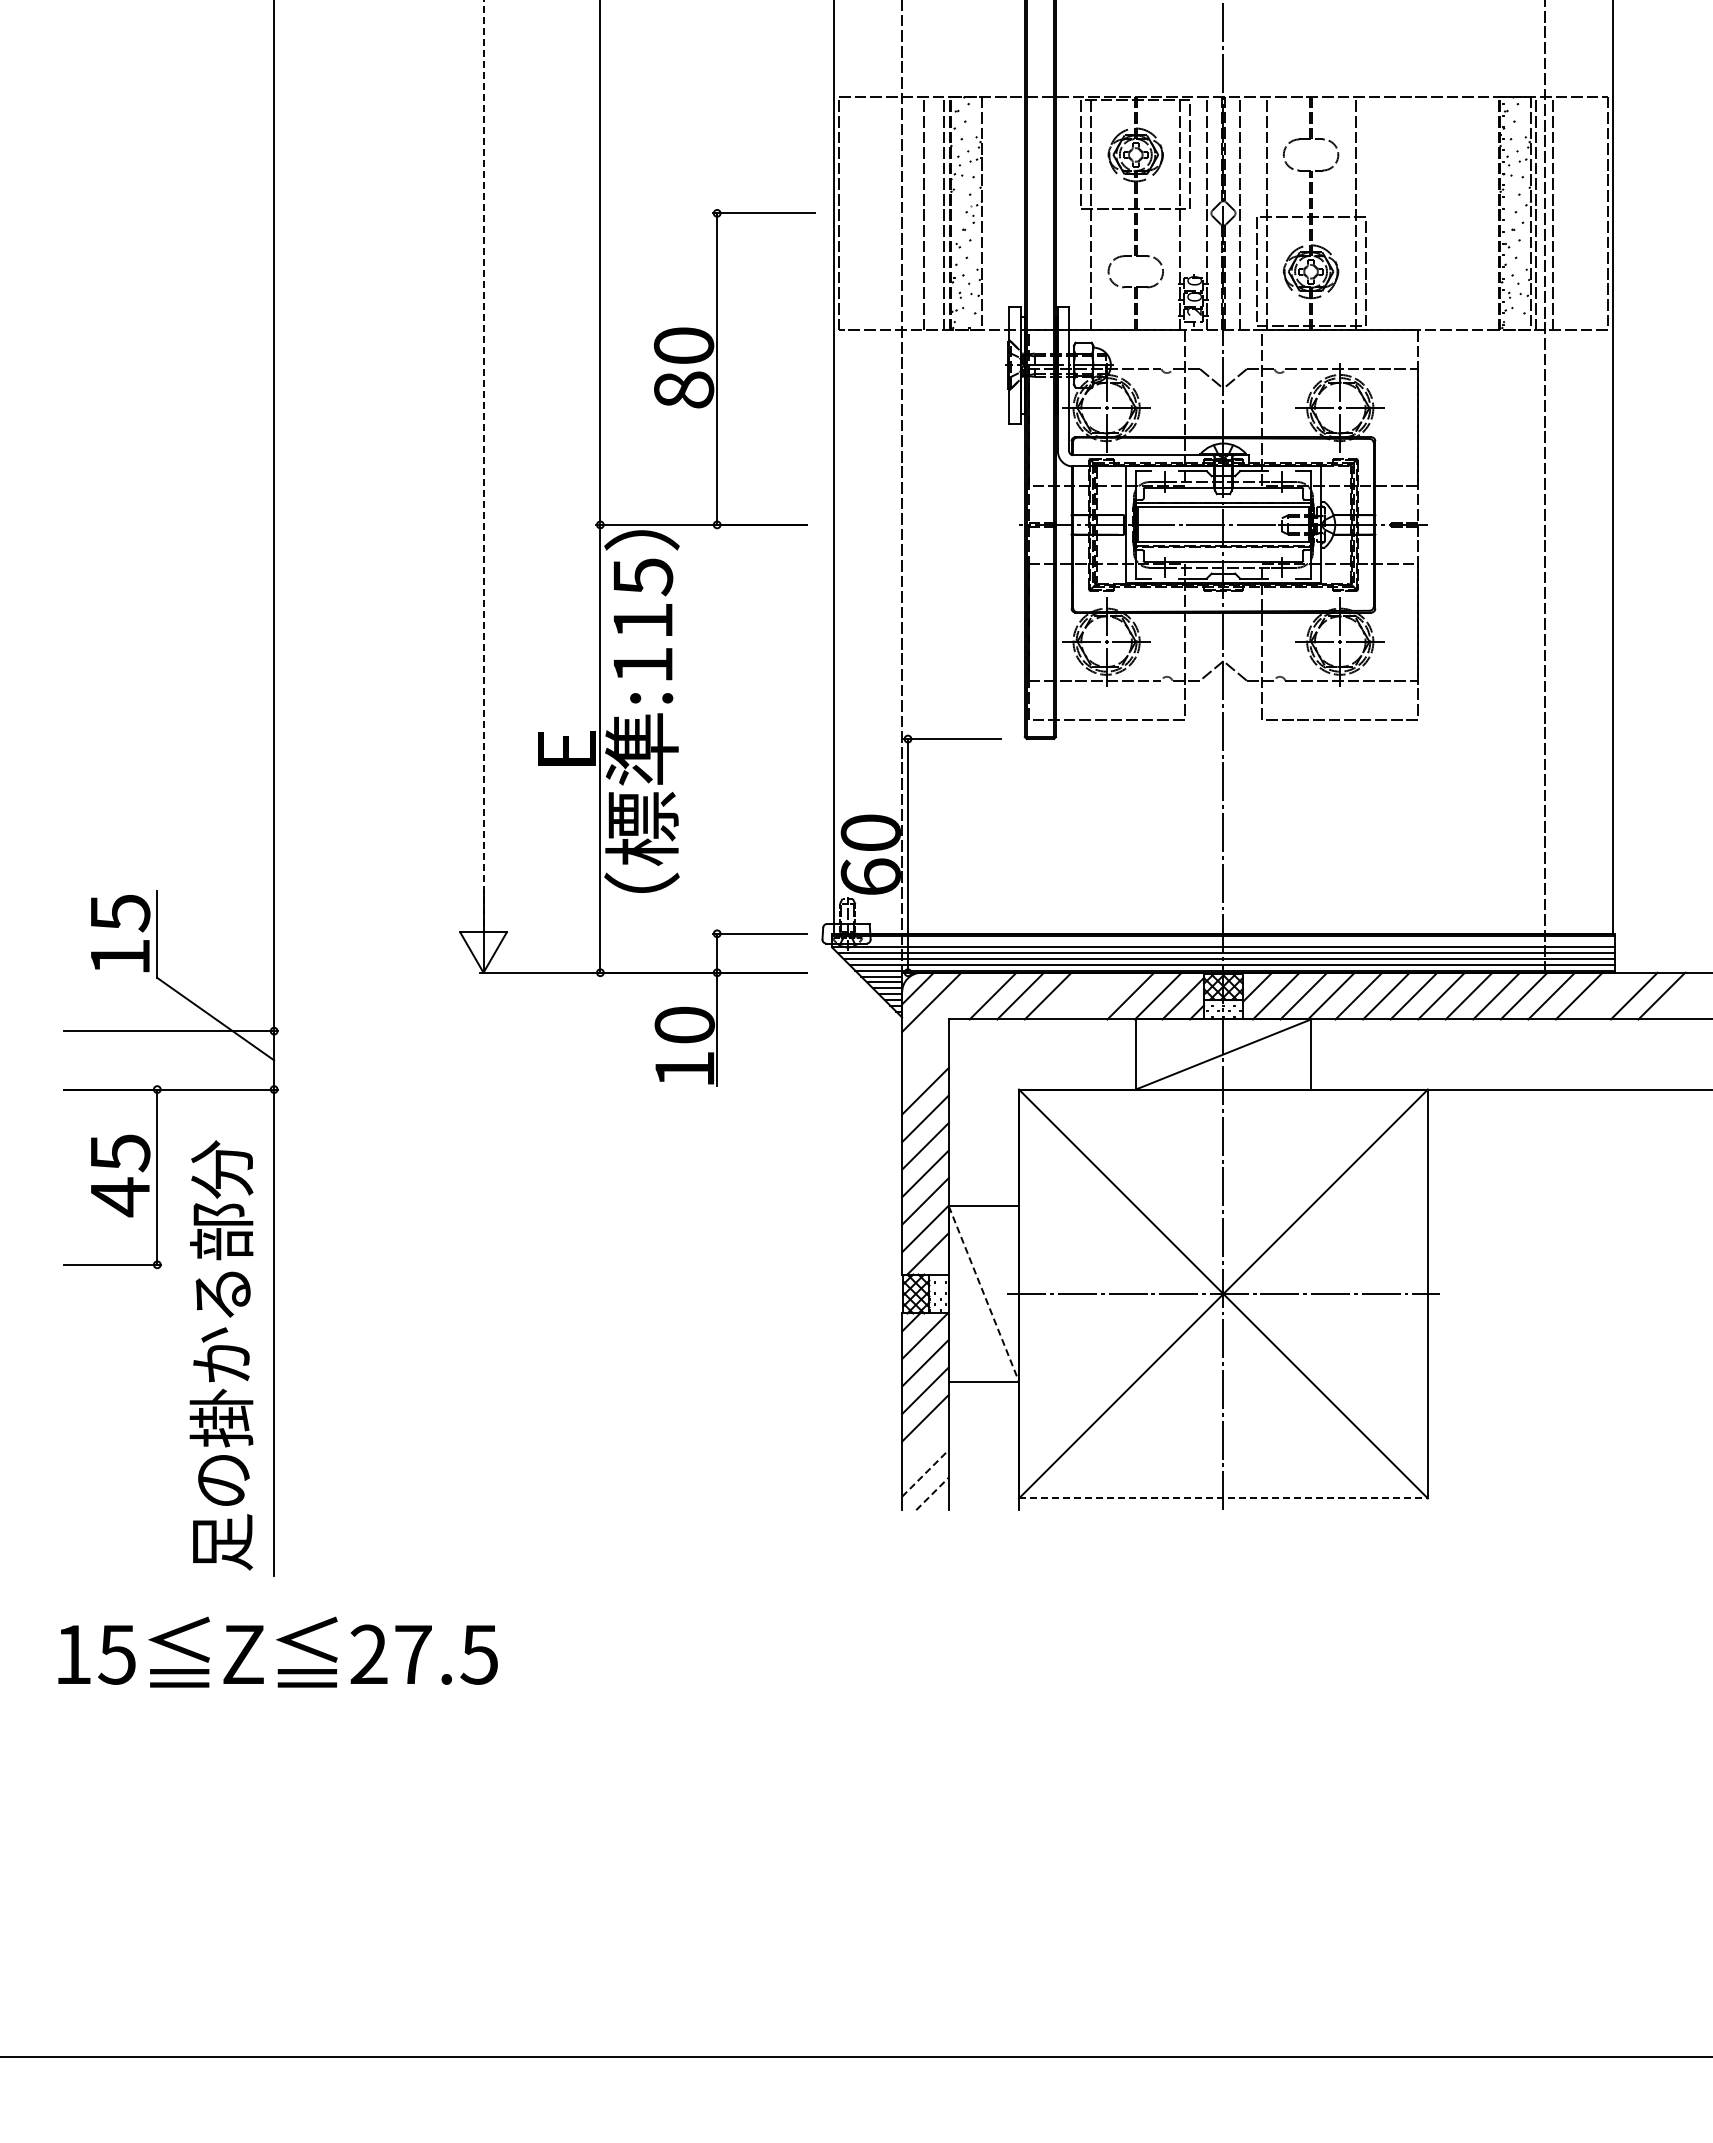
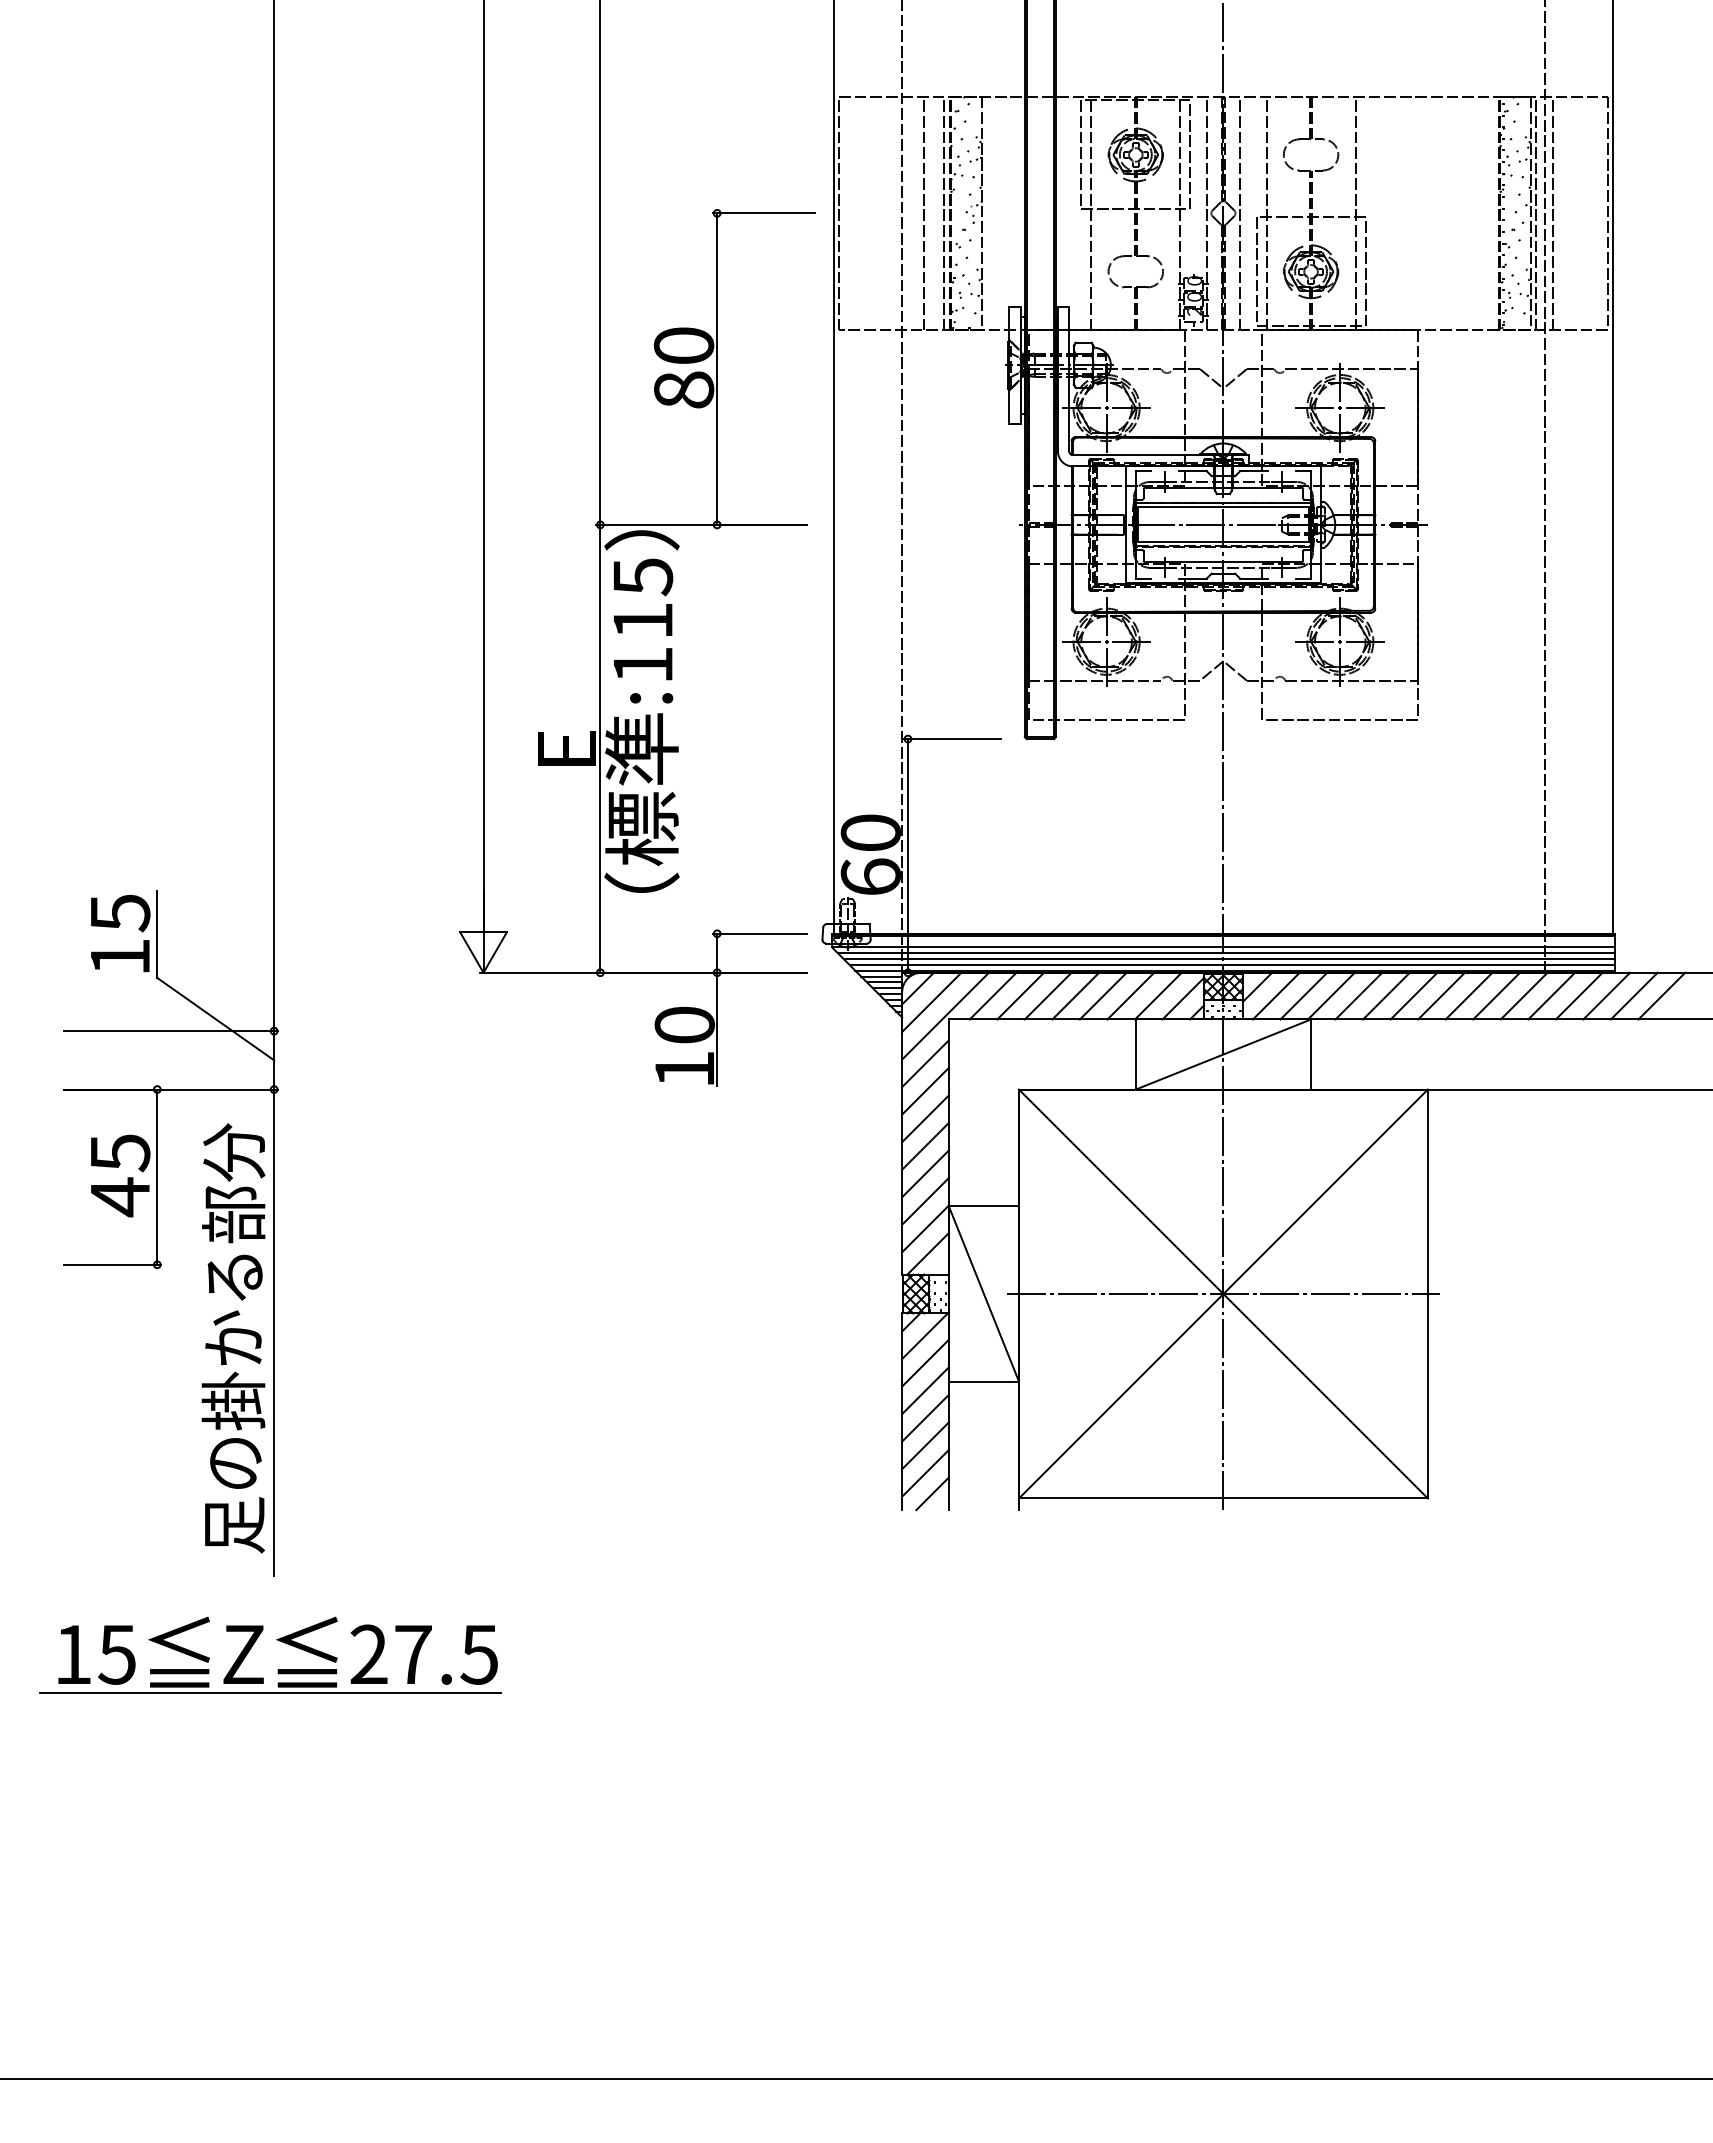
line at (483, 463): dashed -> solid
line at (1075, 995): none -> present
line at (1102, 995): none -> present
line at (1606, 995): none -> present
line at (945, 1015): none -> present
line at (925, 1063): none -> present
line at (984, 1294): dashed -> solid
text at (221, 1355) position: (221, 1355) -> (233, 1338)
line at (925, 1445): none -> present
line at (925, 1473): dashed -> solid
line at (932, 1493): dashed -> solid
line at (1223, 1498): dashed -> solid
line at (270, 1693): none -> present
line at (855, 2056) position: (855, 2056) -> (855, 2078)
